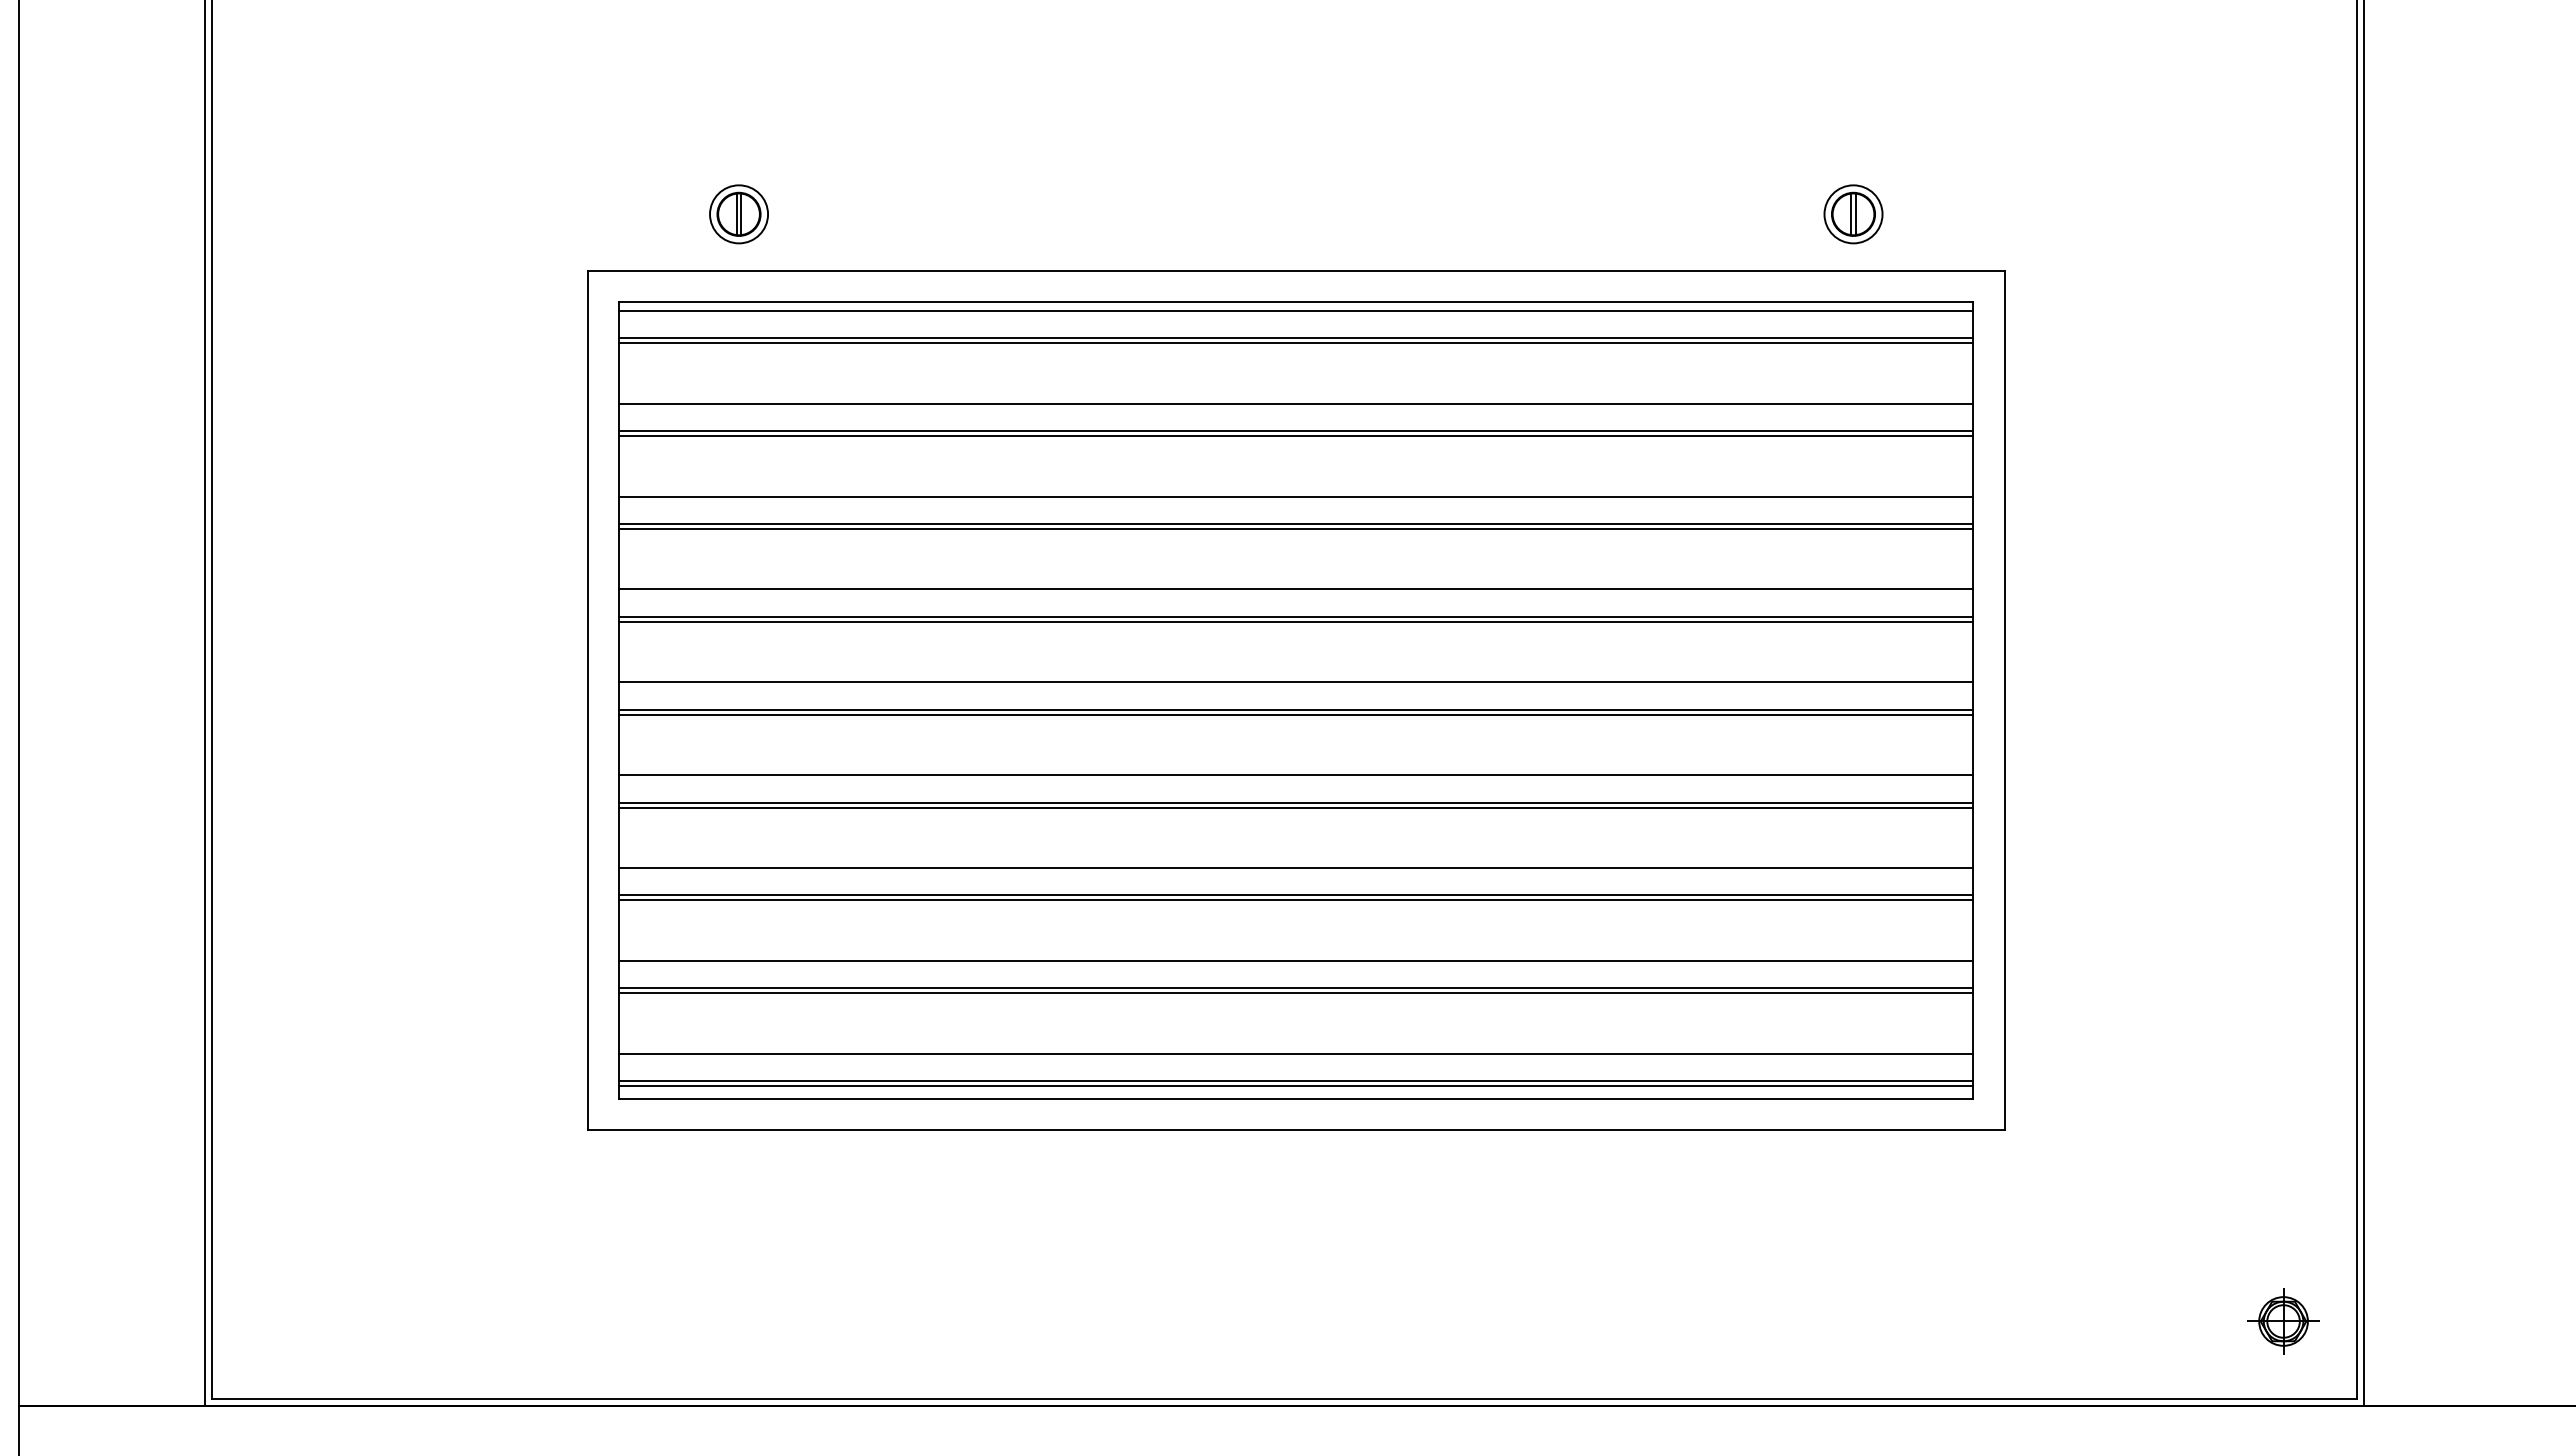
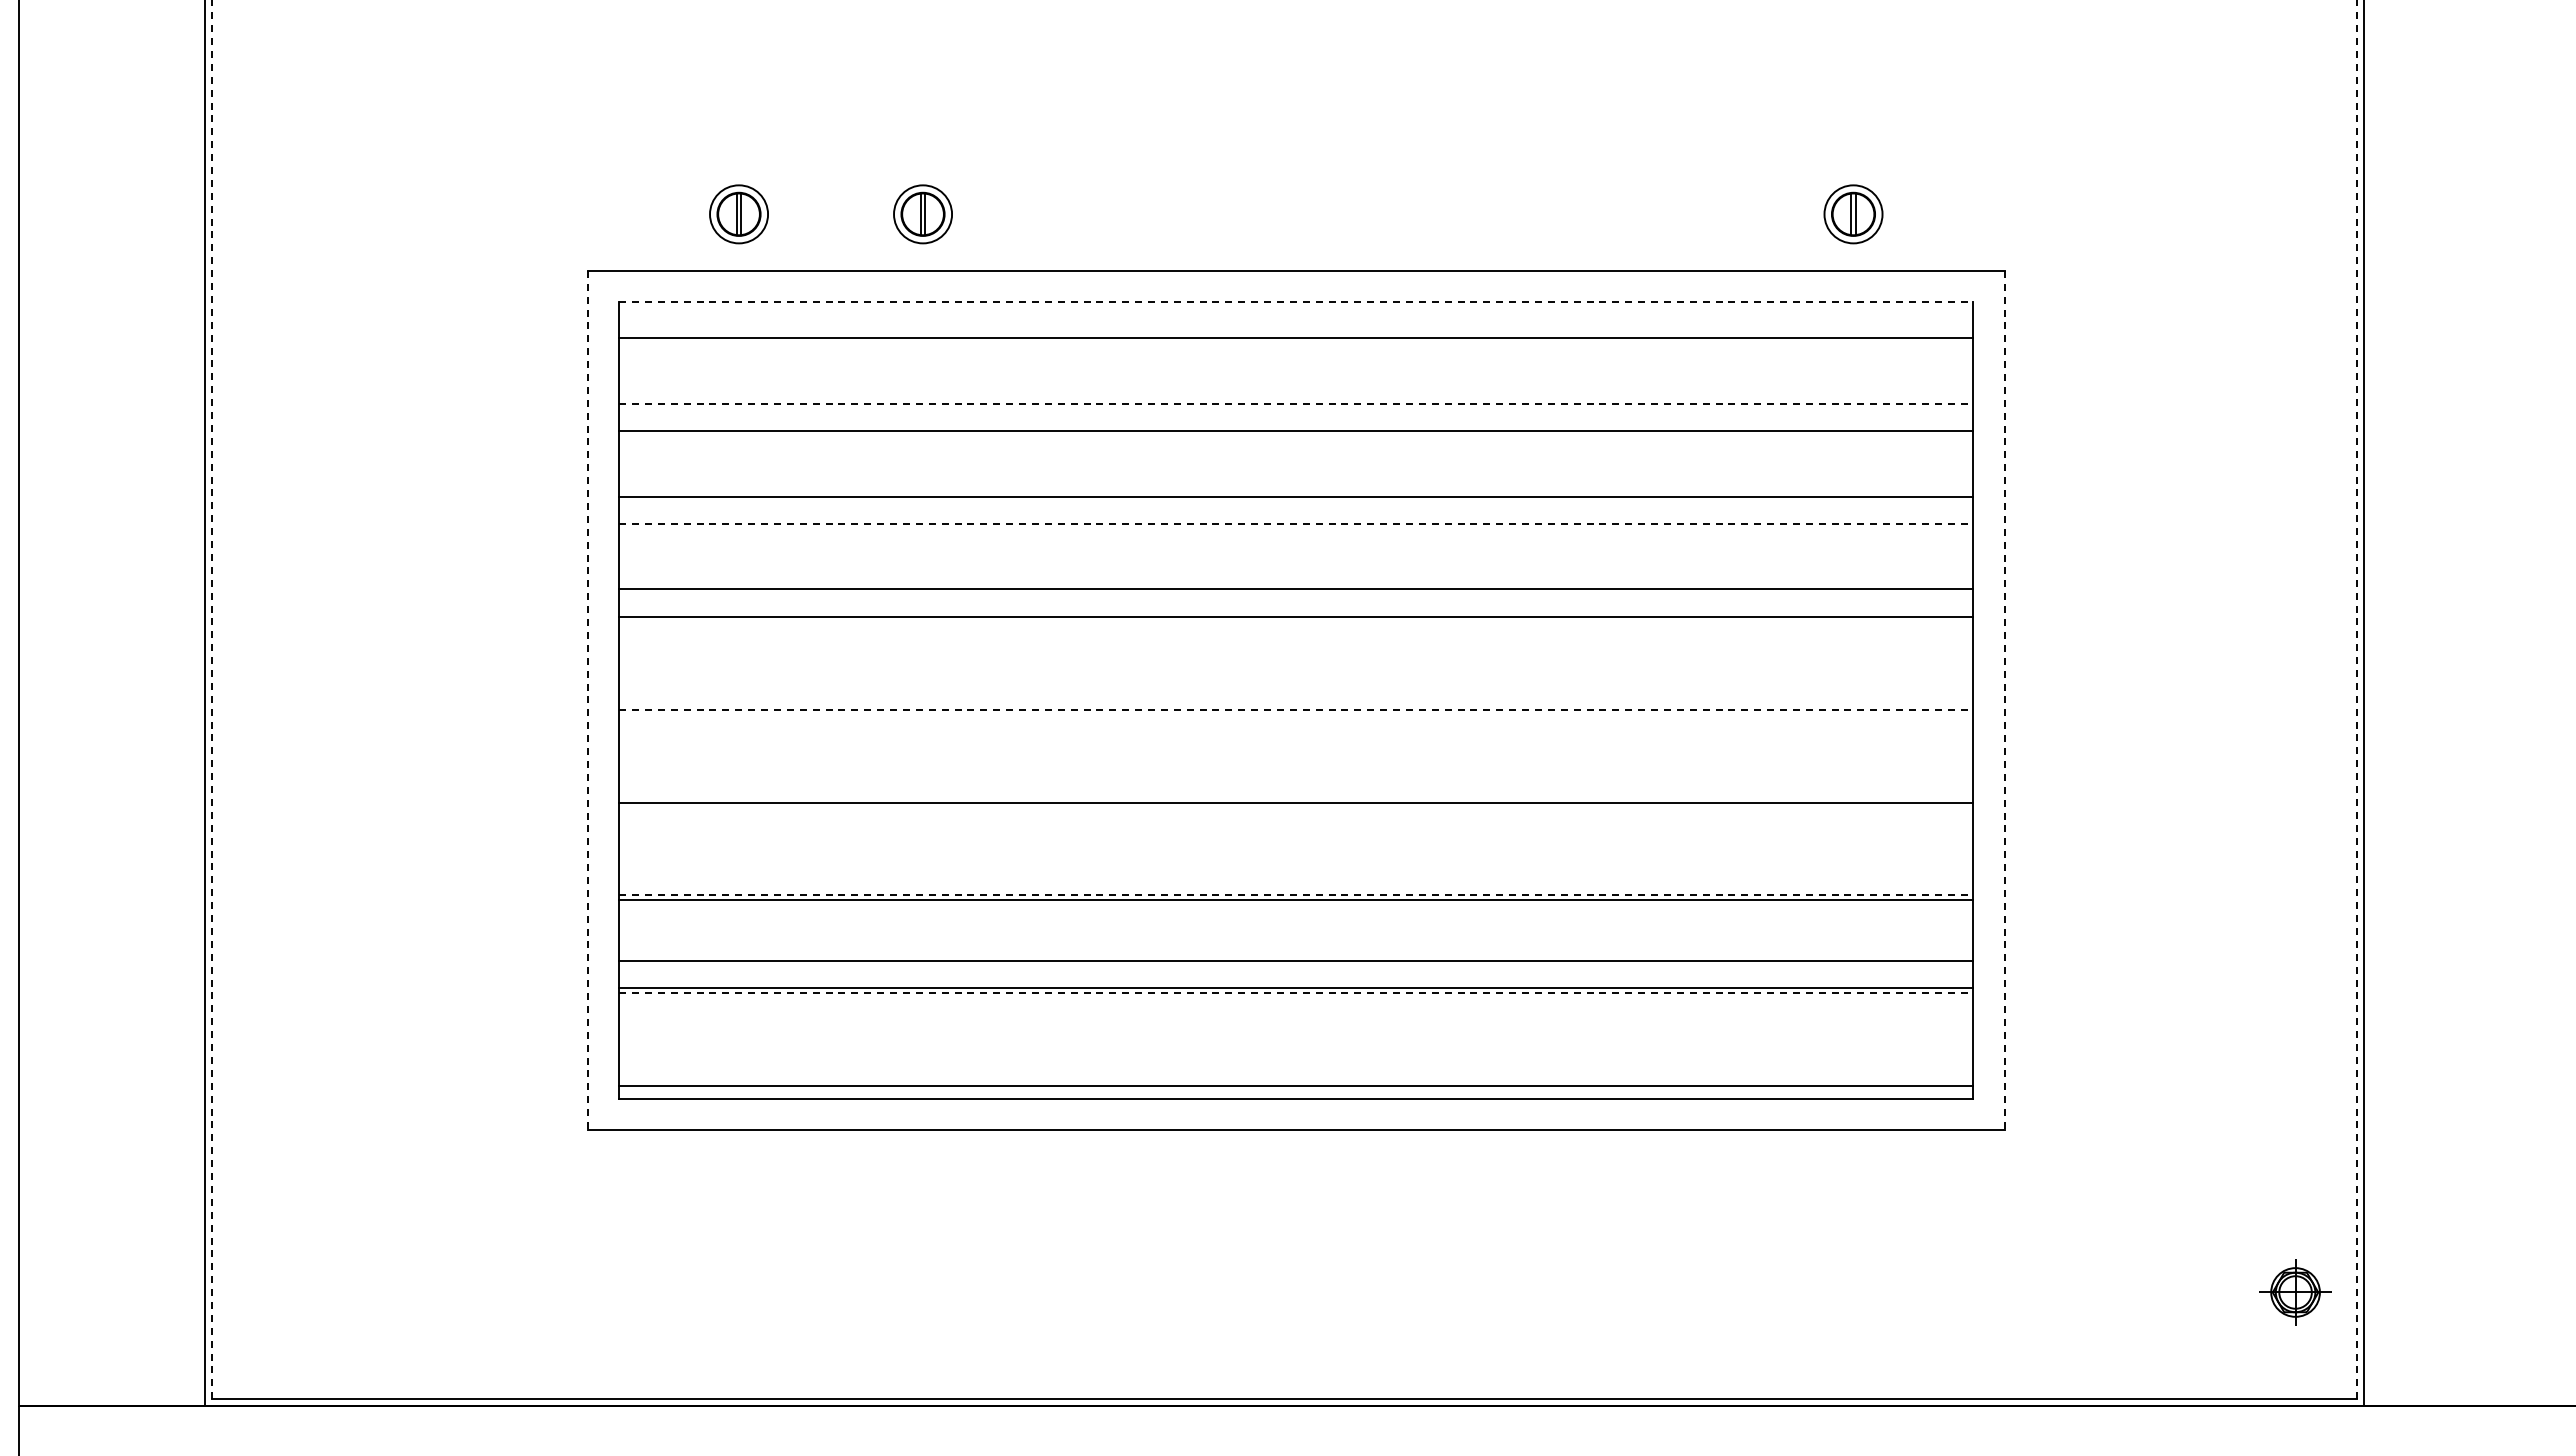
part at (922, 214): none -> present
line at (1296, 301): solid -> dashed
line at (1296, 310): present -> none
line at (1296, 343): present -> none
line at (1296, 403): solid -> dashed
line at (1296, 436): present -> none
line at (1296, 523): solid -> dashed
line at (1296, 528): present -> none
line at (1296, 621): present -> none
line at (1296, 682): present -> none
line at (211, 699): solid -> dashed
line at (2357, 699): solid -> dashed
line at (588, 700): solid -> dashed
line at (2004, 700): solid -> dashed
line at (1296, 709): solid -> dashed
line at (1296, 714): present -> none
line at (1296, 775): present -> none
line at (1296, 807): present -> none
line at (1296, 868): present -> none
line at (1296, 895): solid -> dashed
line at (1296, 993): solid -> dashed
line at (1296, 1053): present -> none
line at (1296, 1081): present -> none
part at (2283, 1321) position: (2283, 1321) -> (2295, 1292)
